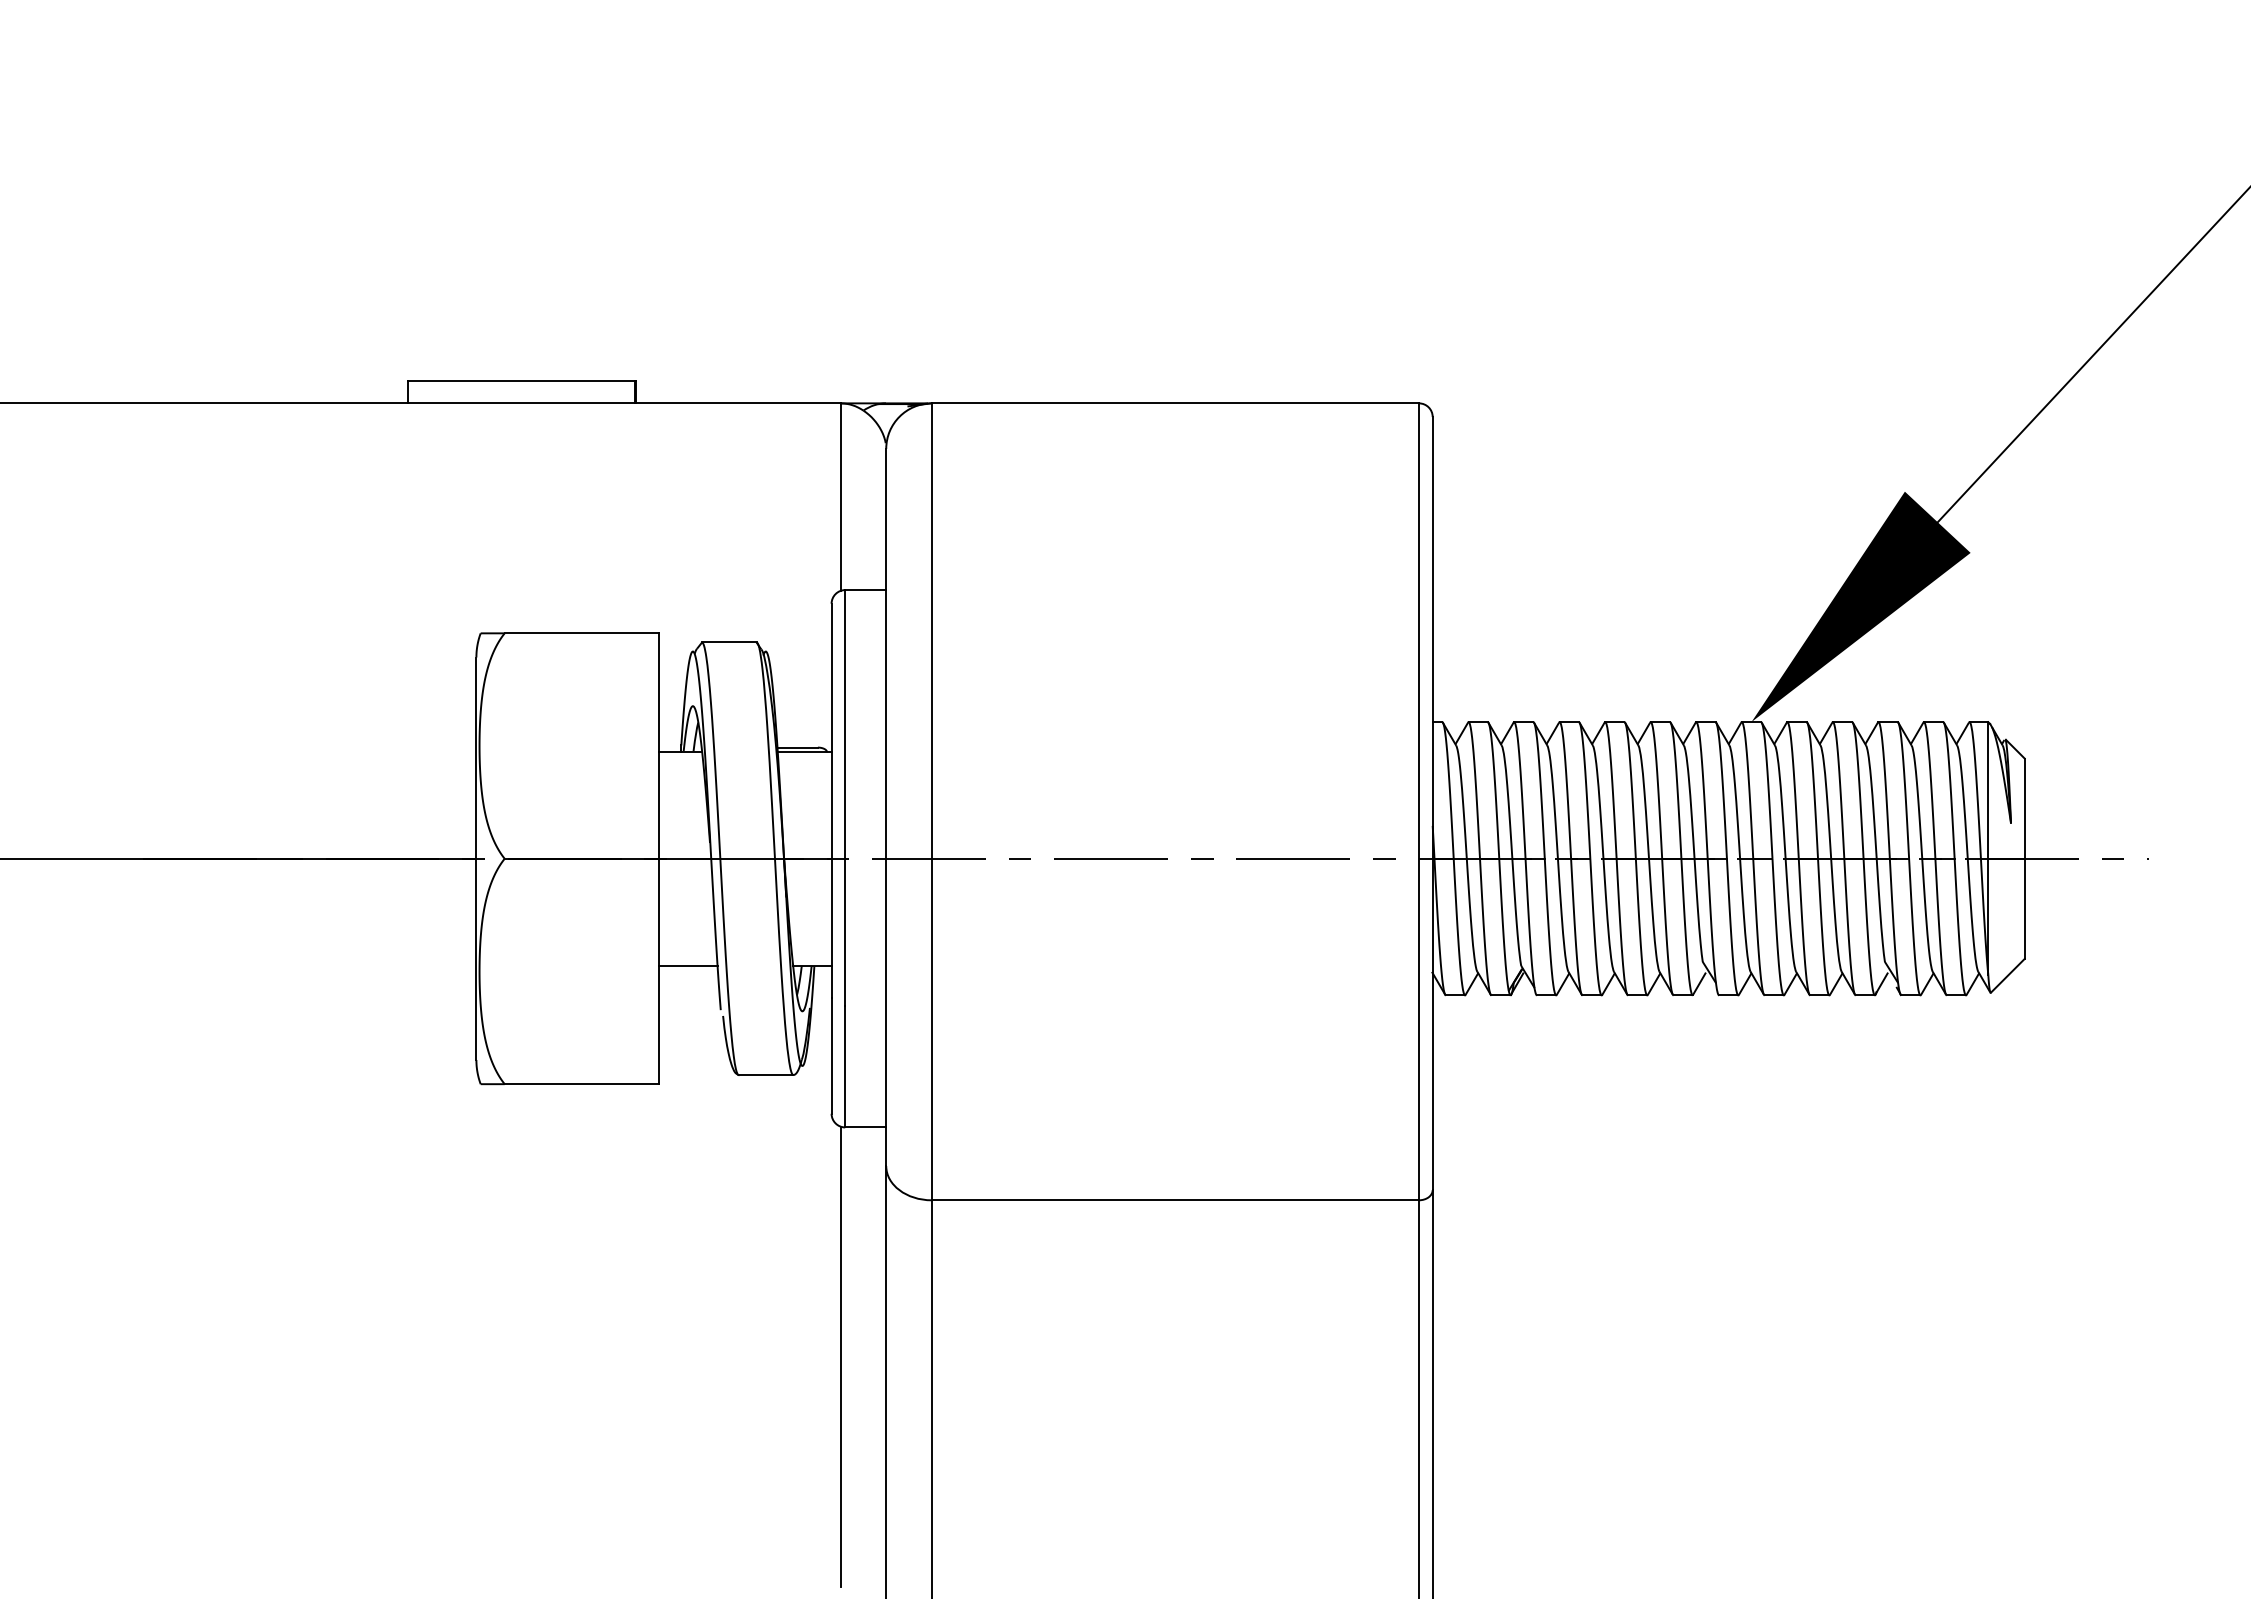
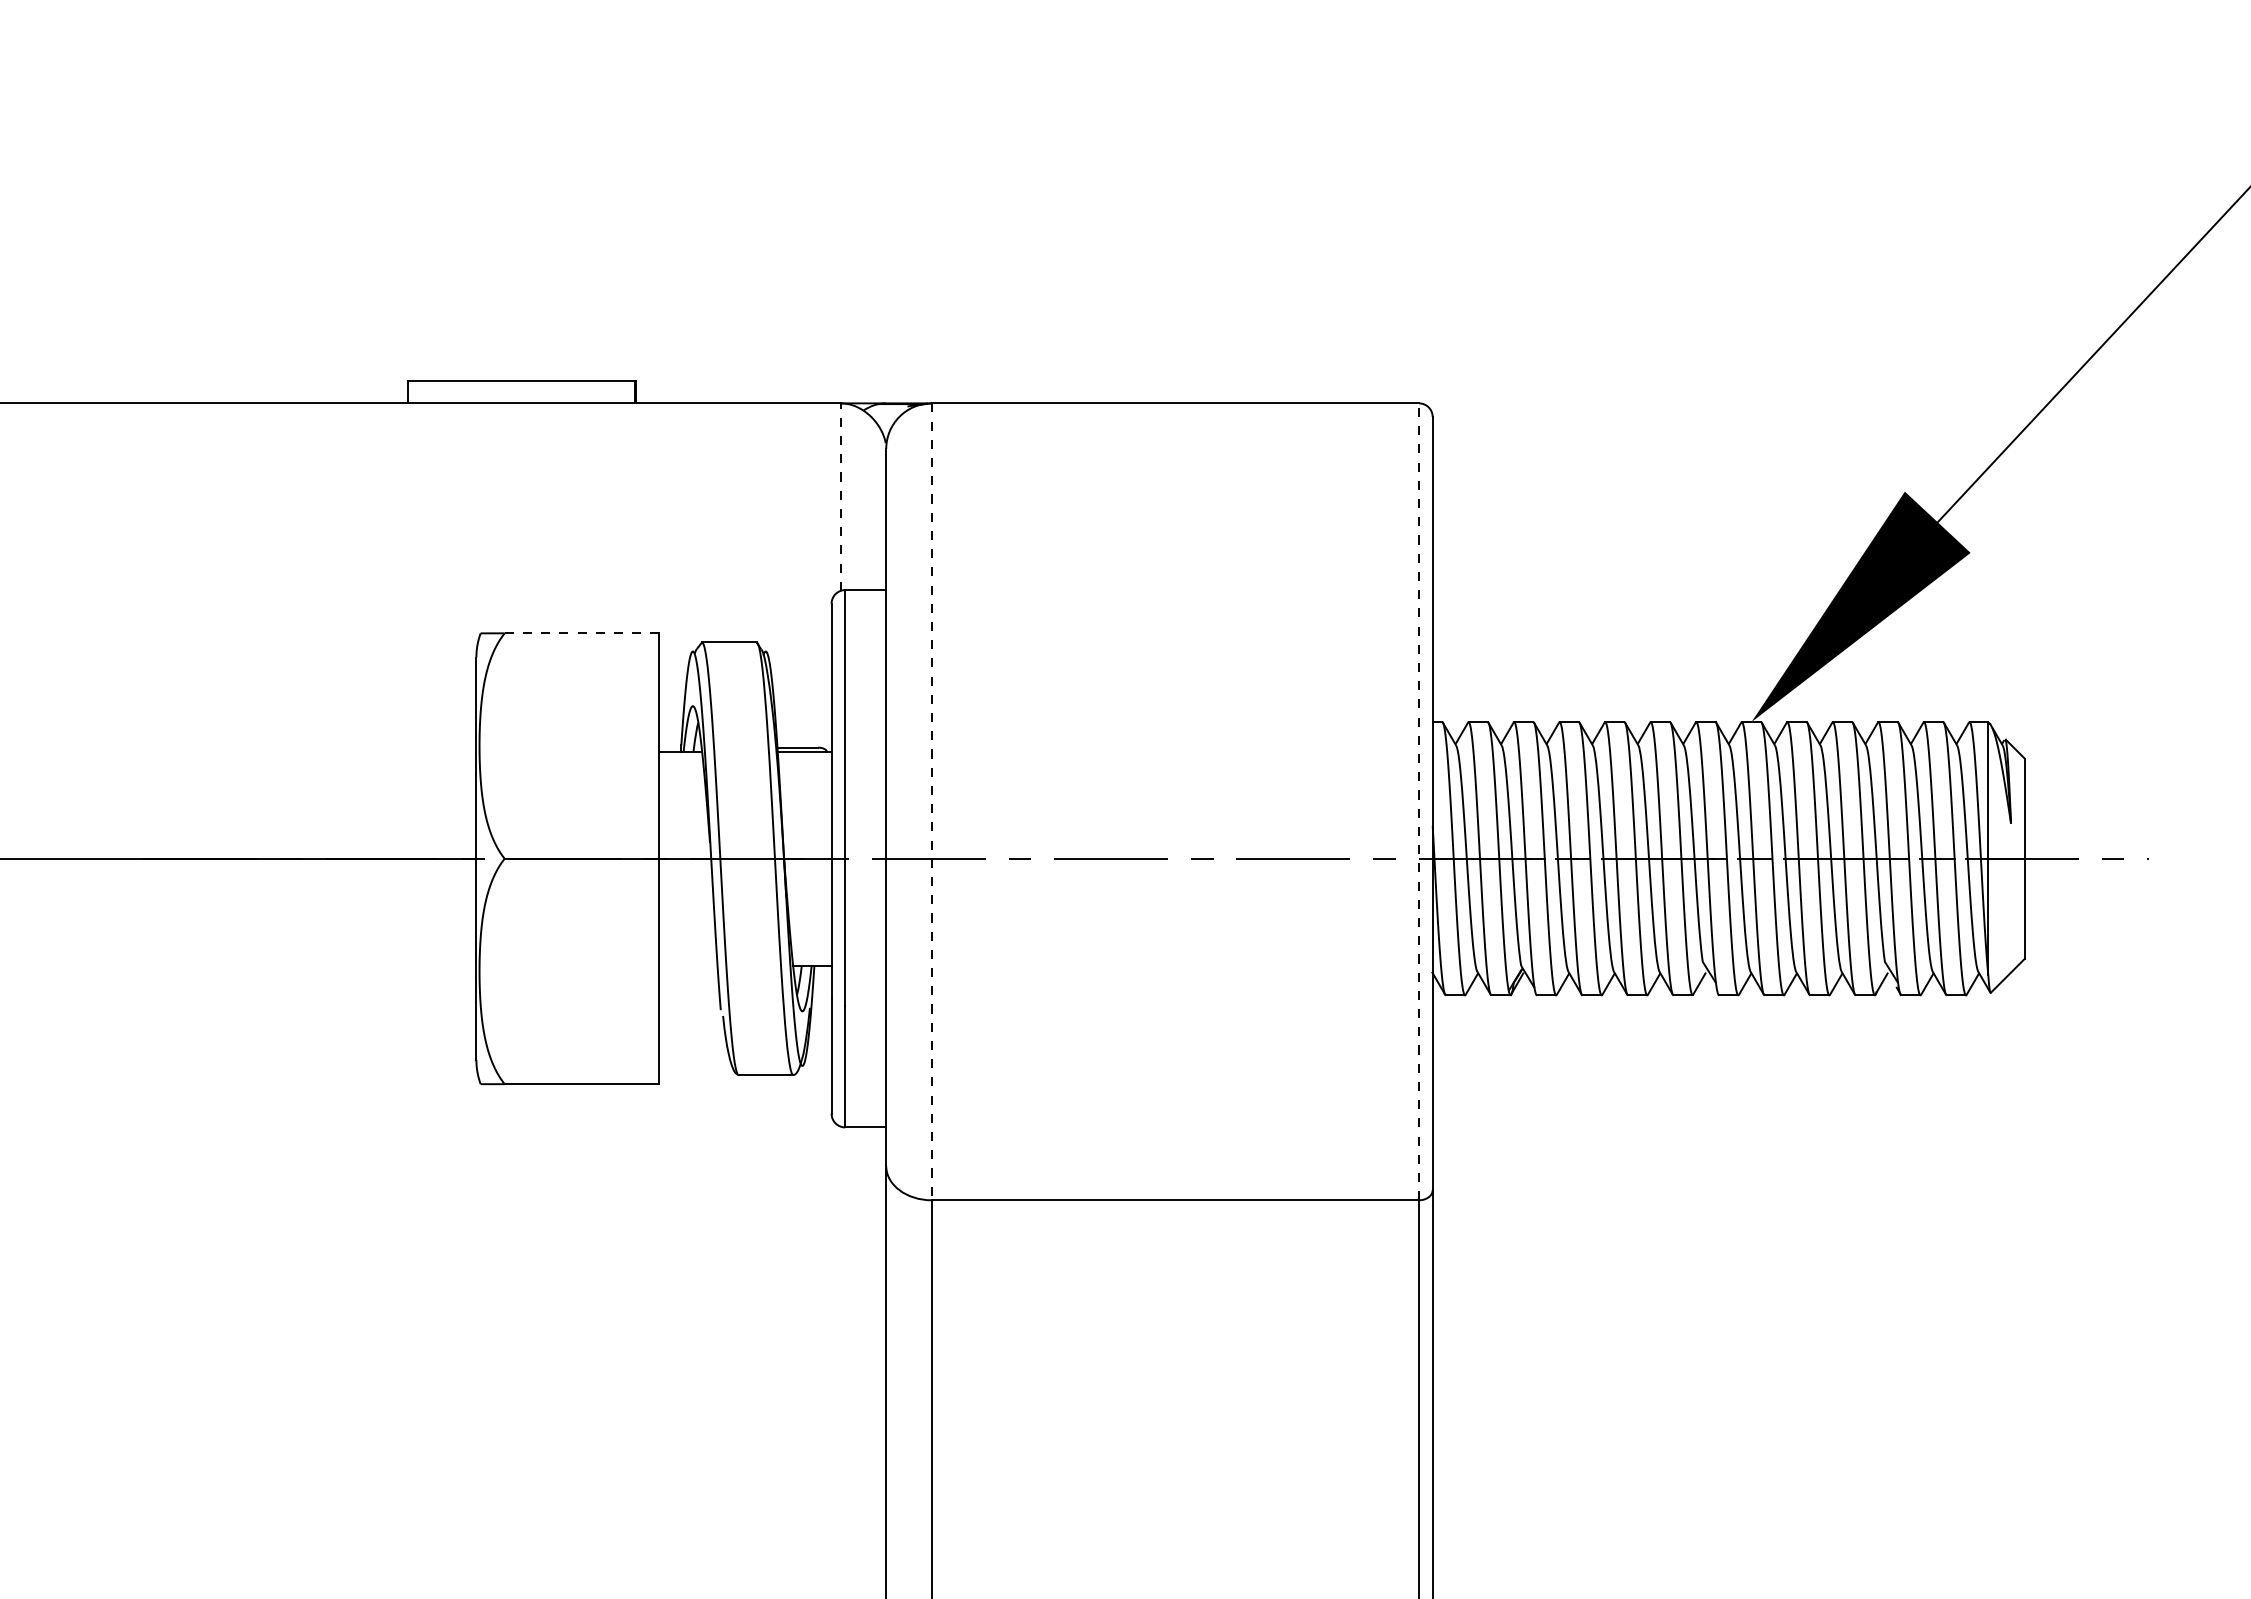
line at (840, 497): solid -> dashed
line at (581, 633): solid -> dashed
line at (1419, 801): solid -> dashed
line at (931, 802): solid -> dashed
line at (687, 965): present -> none
line at (840, 1356): present -> none
